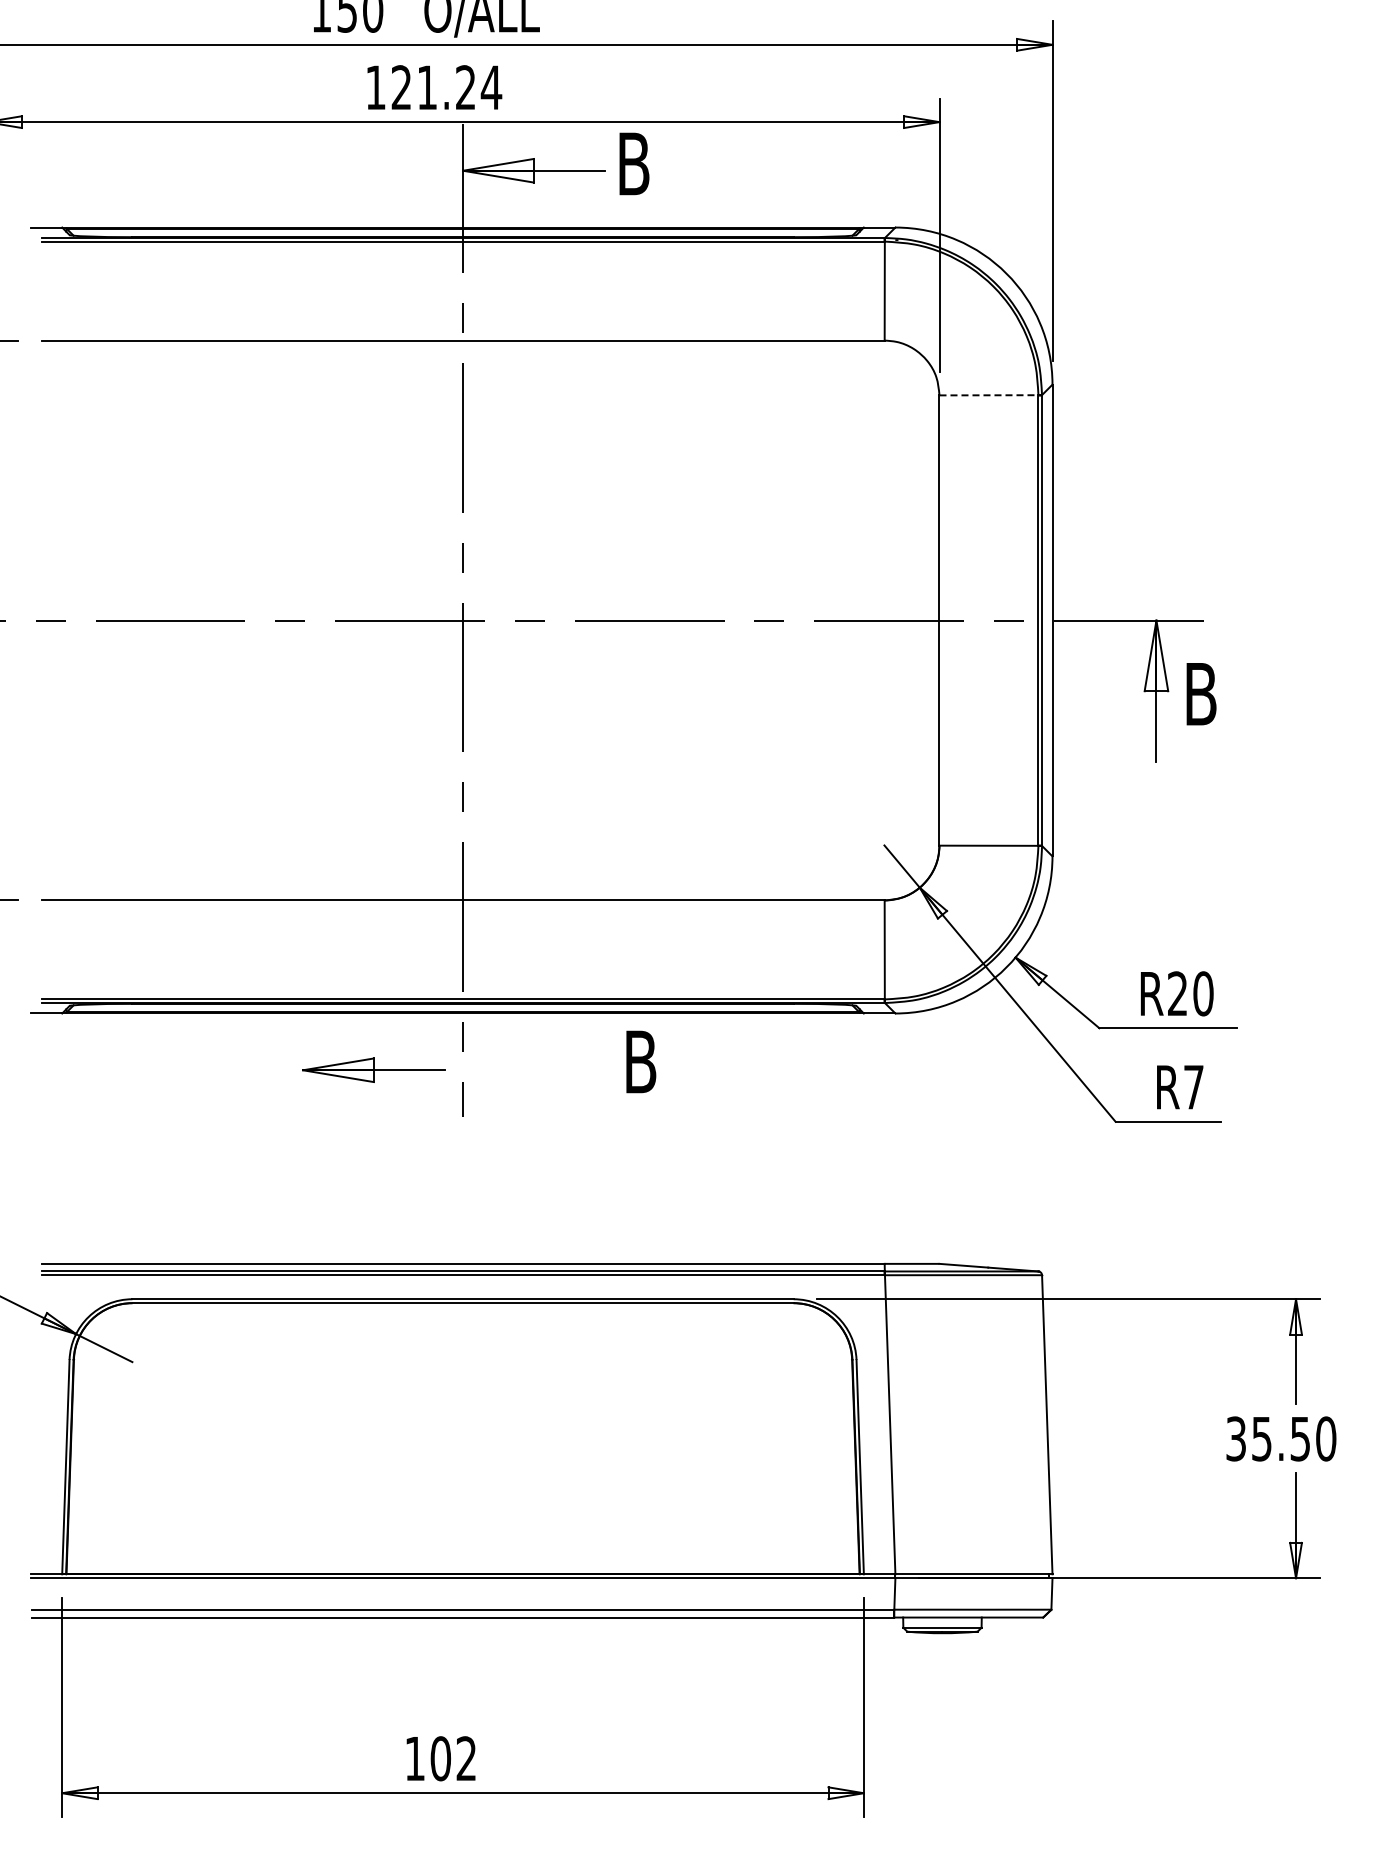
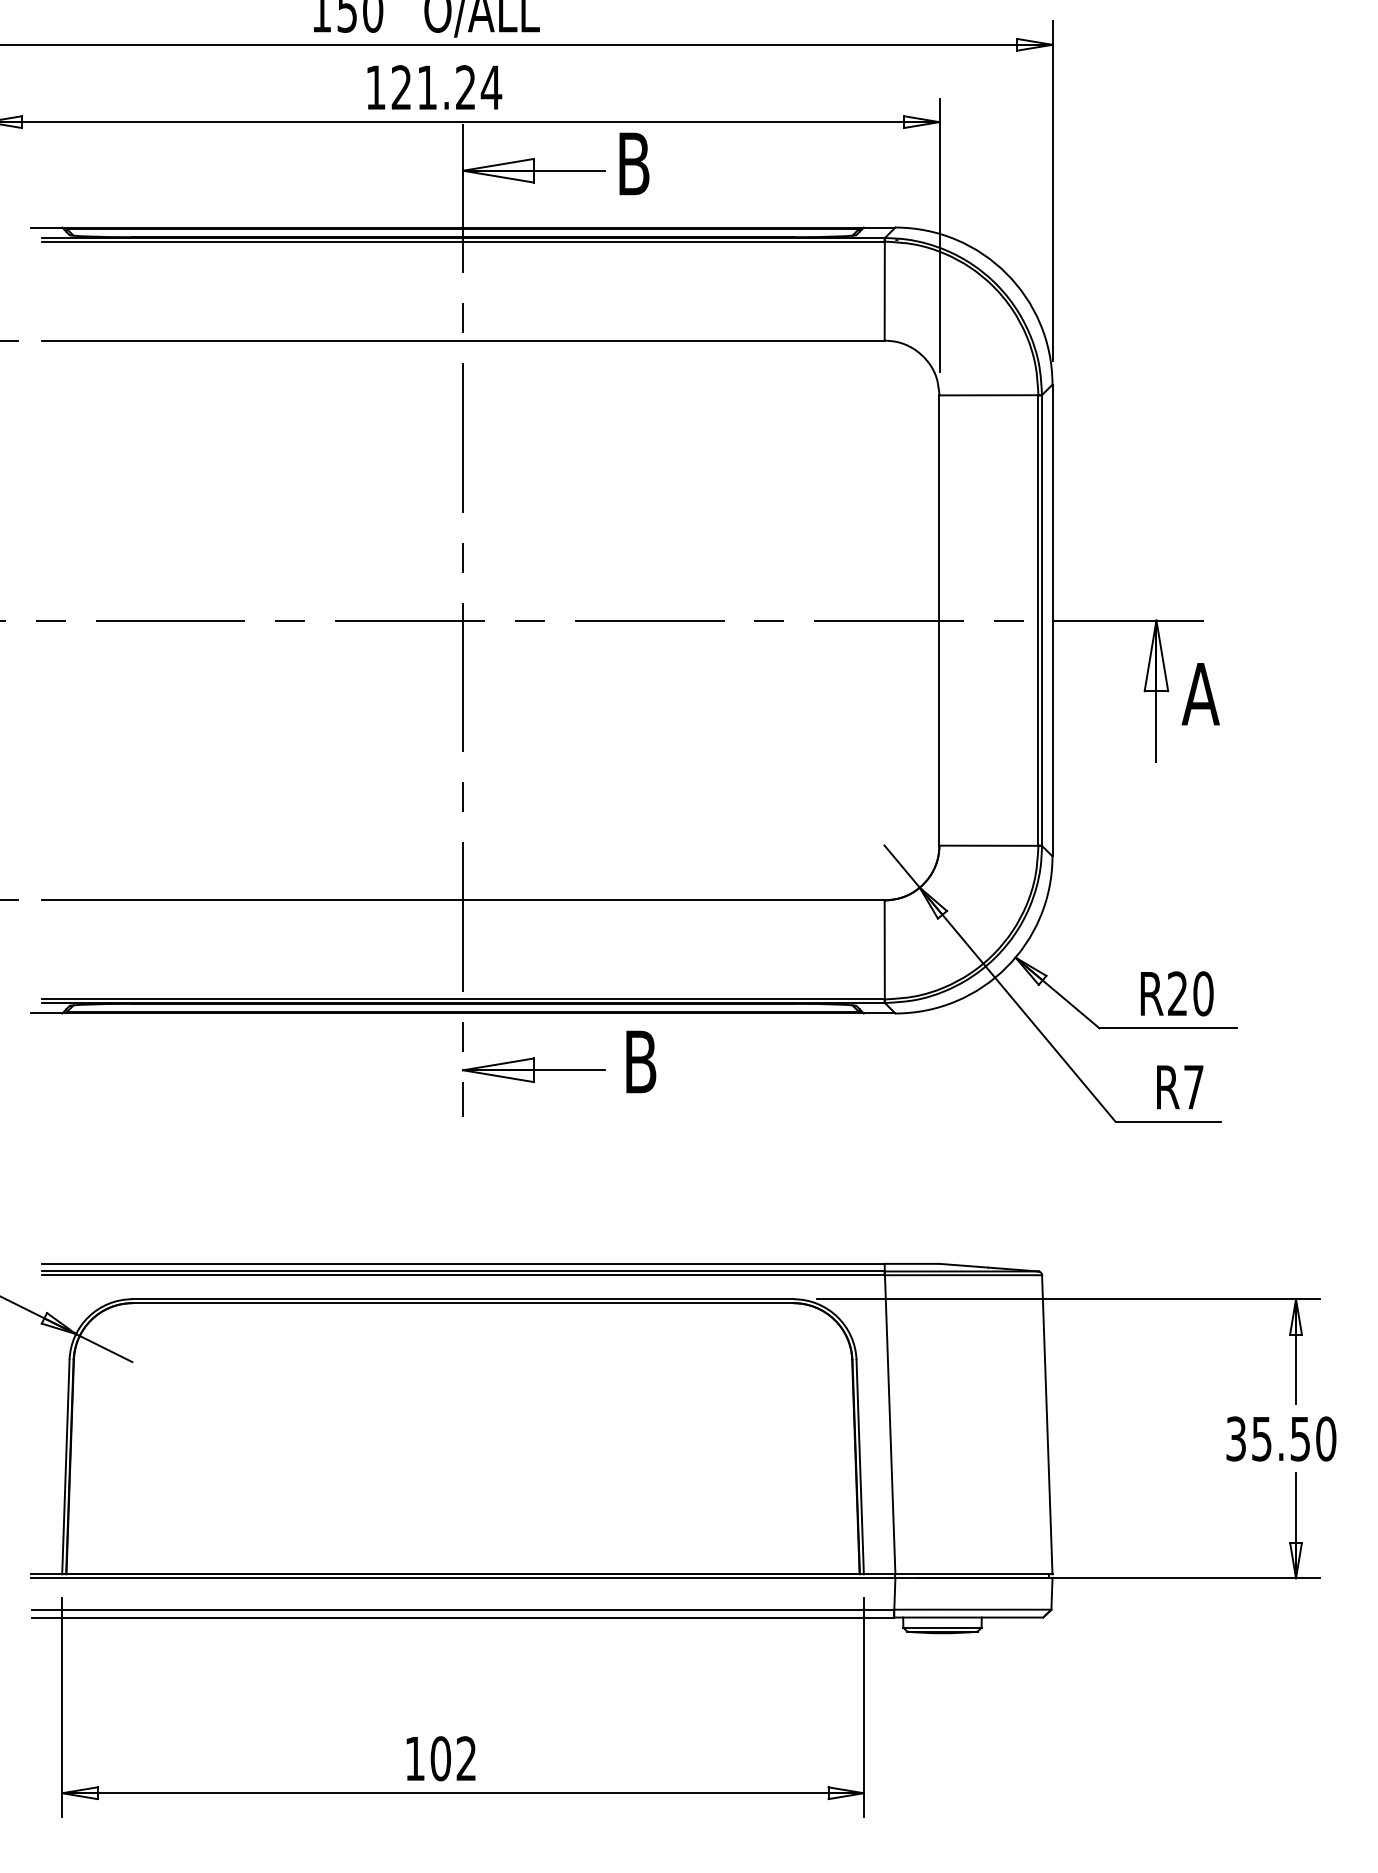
line at (989, 395): dashed -> solid
text at (1200, 694): B -> A
part at (373, 1069) position: (373, 1069) -> (533, 1069)
